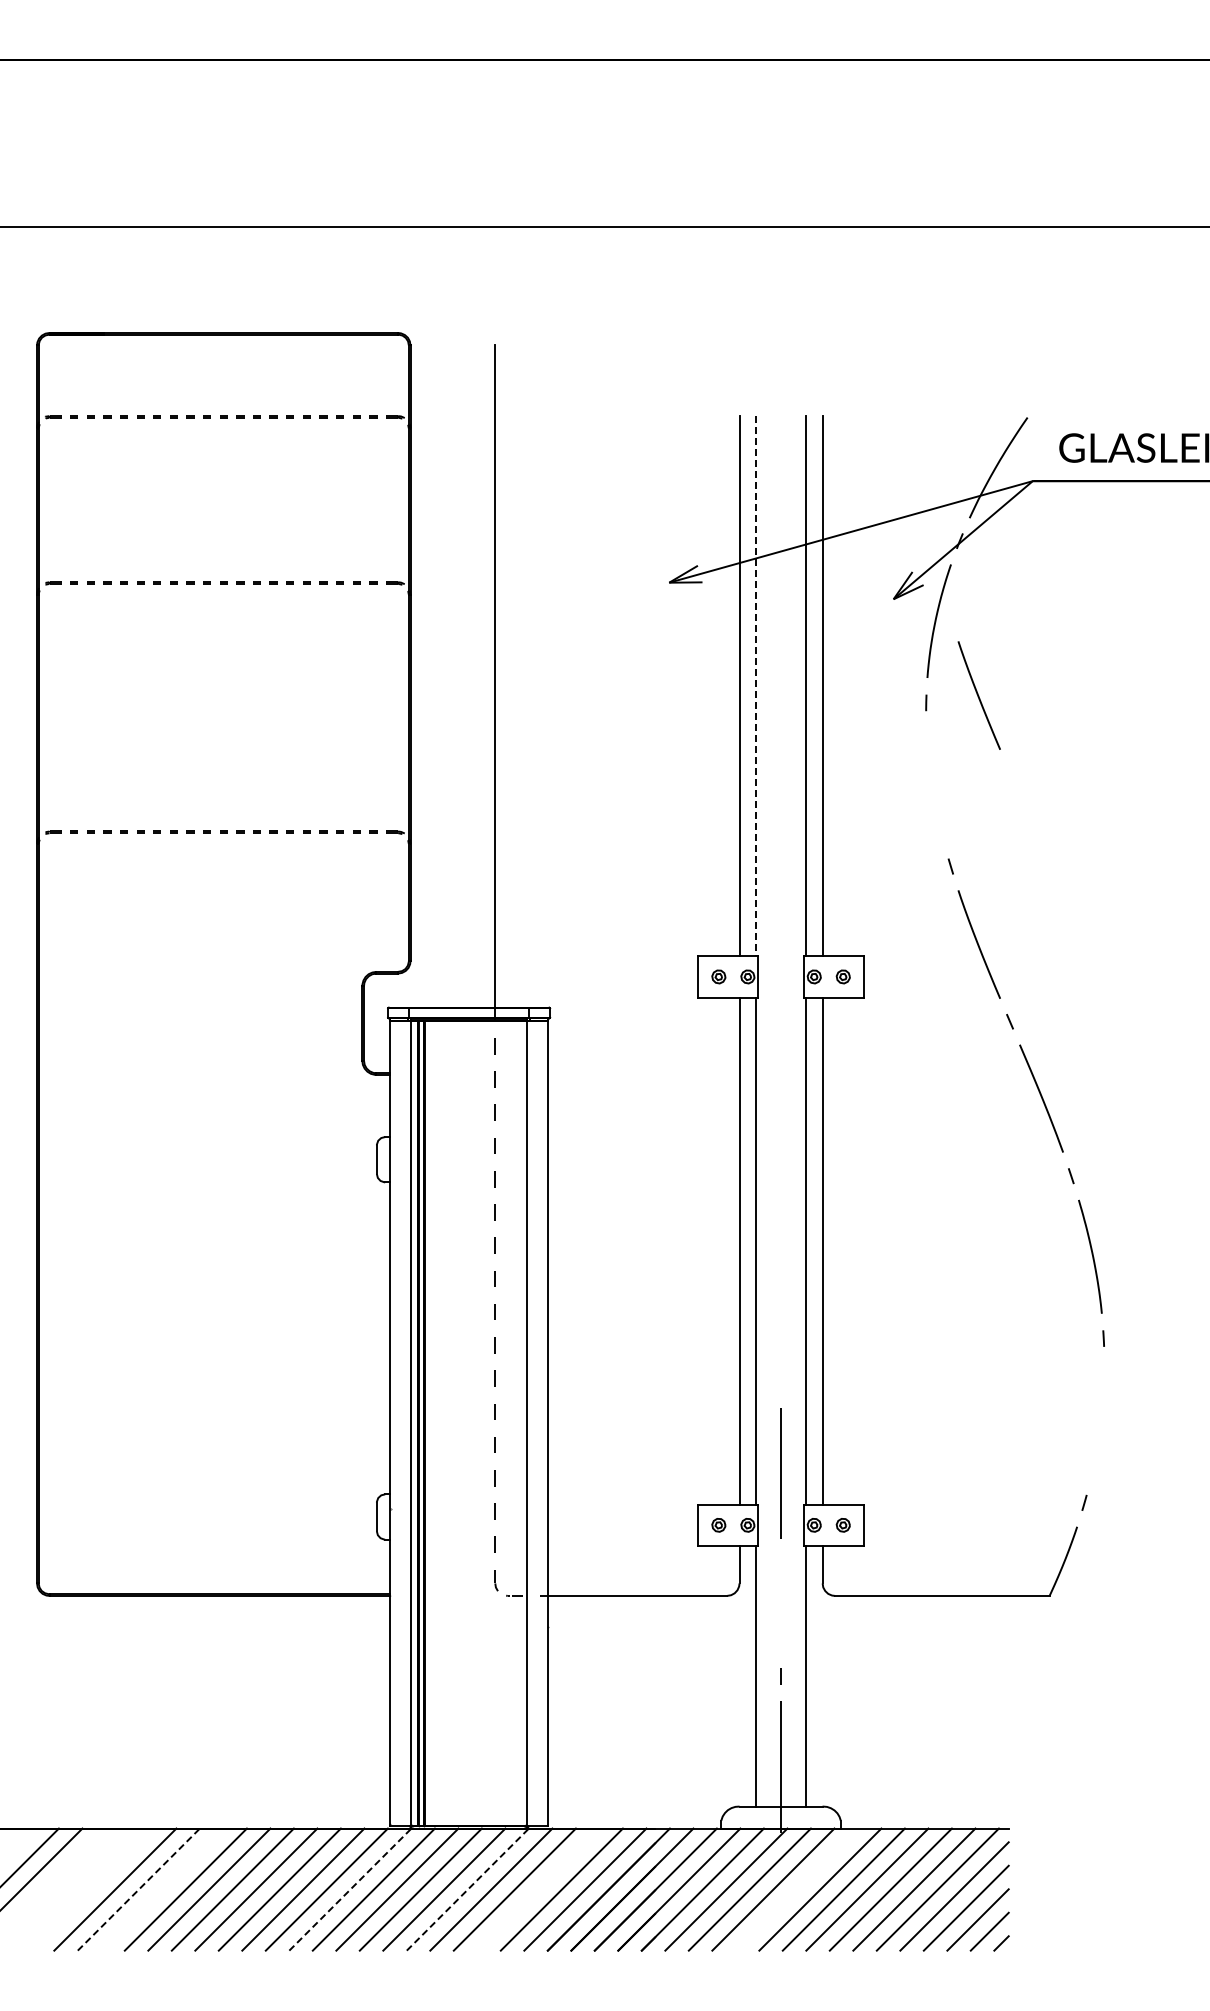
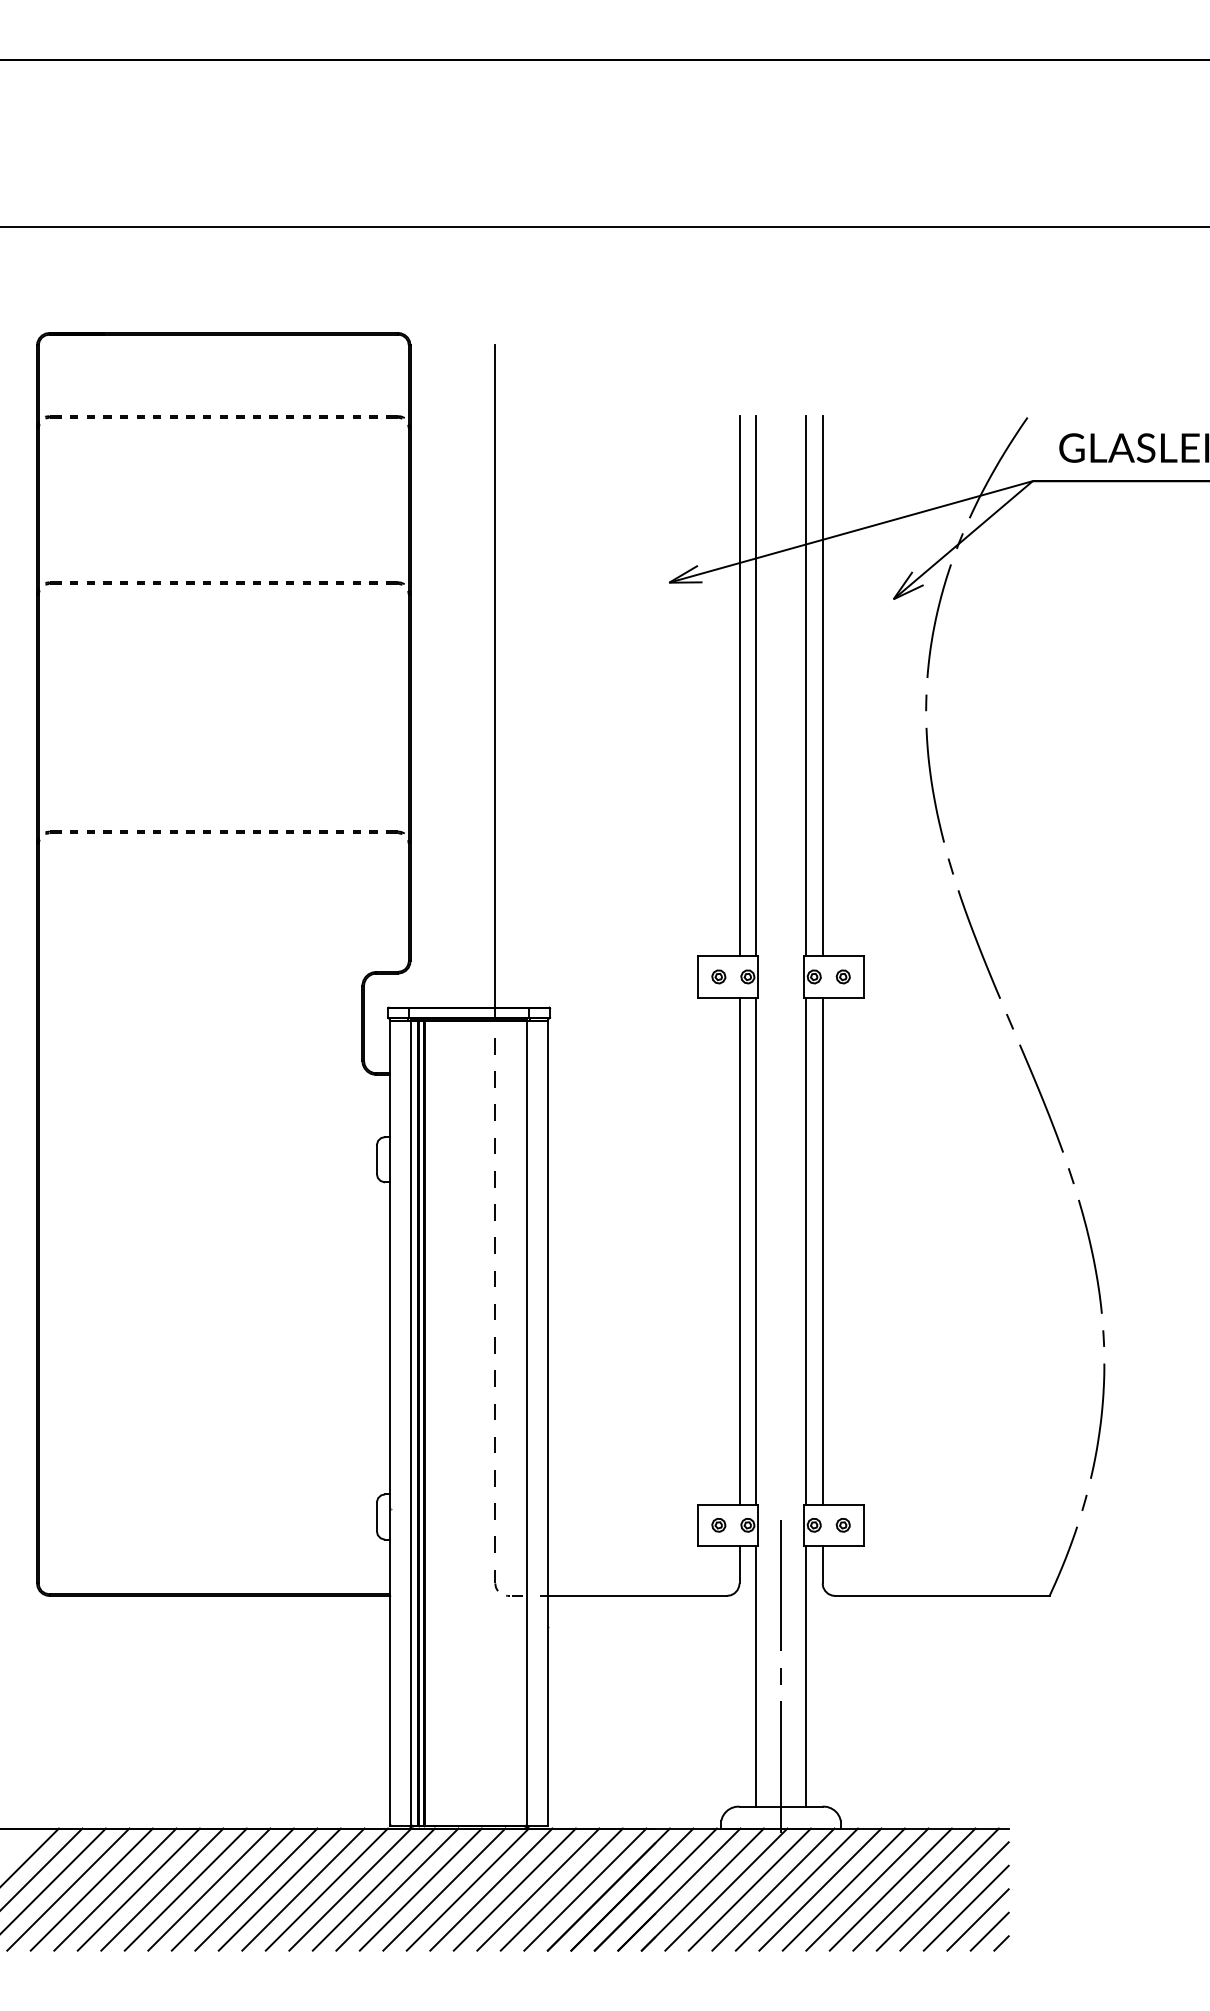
line at (756, 686): dashed -> solid
curve at (978, 695): present -> none
curve at (932, 784): none -> present
curve at (1100, 1420): none -> present
line at (780, 1473) position: (780, 1473) -> (780, 1585)
line at (53, 1880): none -> present
line at (68, 1889): none -> present
line at (91, 1889): none -> present
line at (139, 1889): dashed -> solid
line at (162, 1889): none -> present
line at (350, 1889): dashed -> solid
line at (468, 1889): dashed -> solid
line at (538, 1889): none -> present
line at (796, 1889): none -> present
